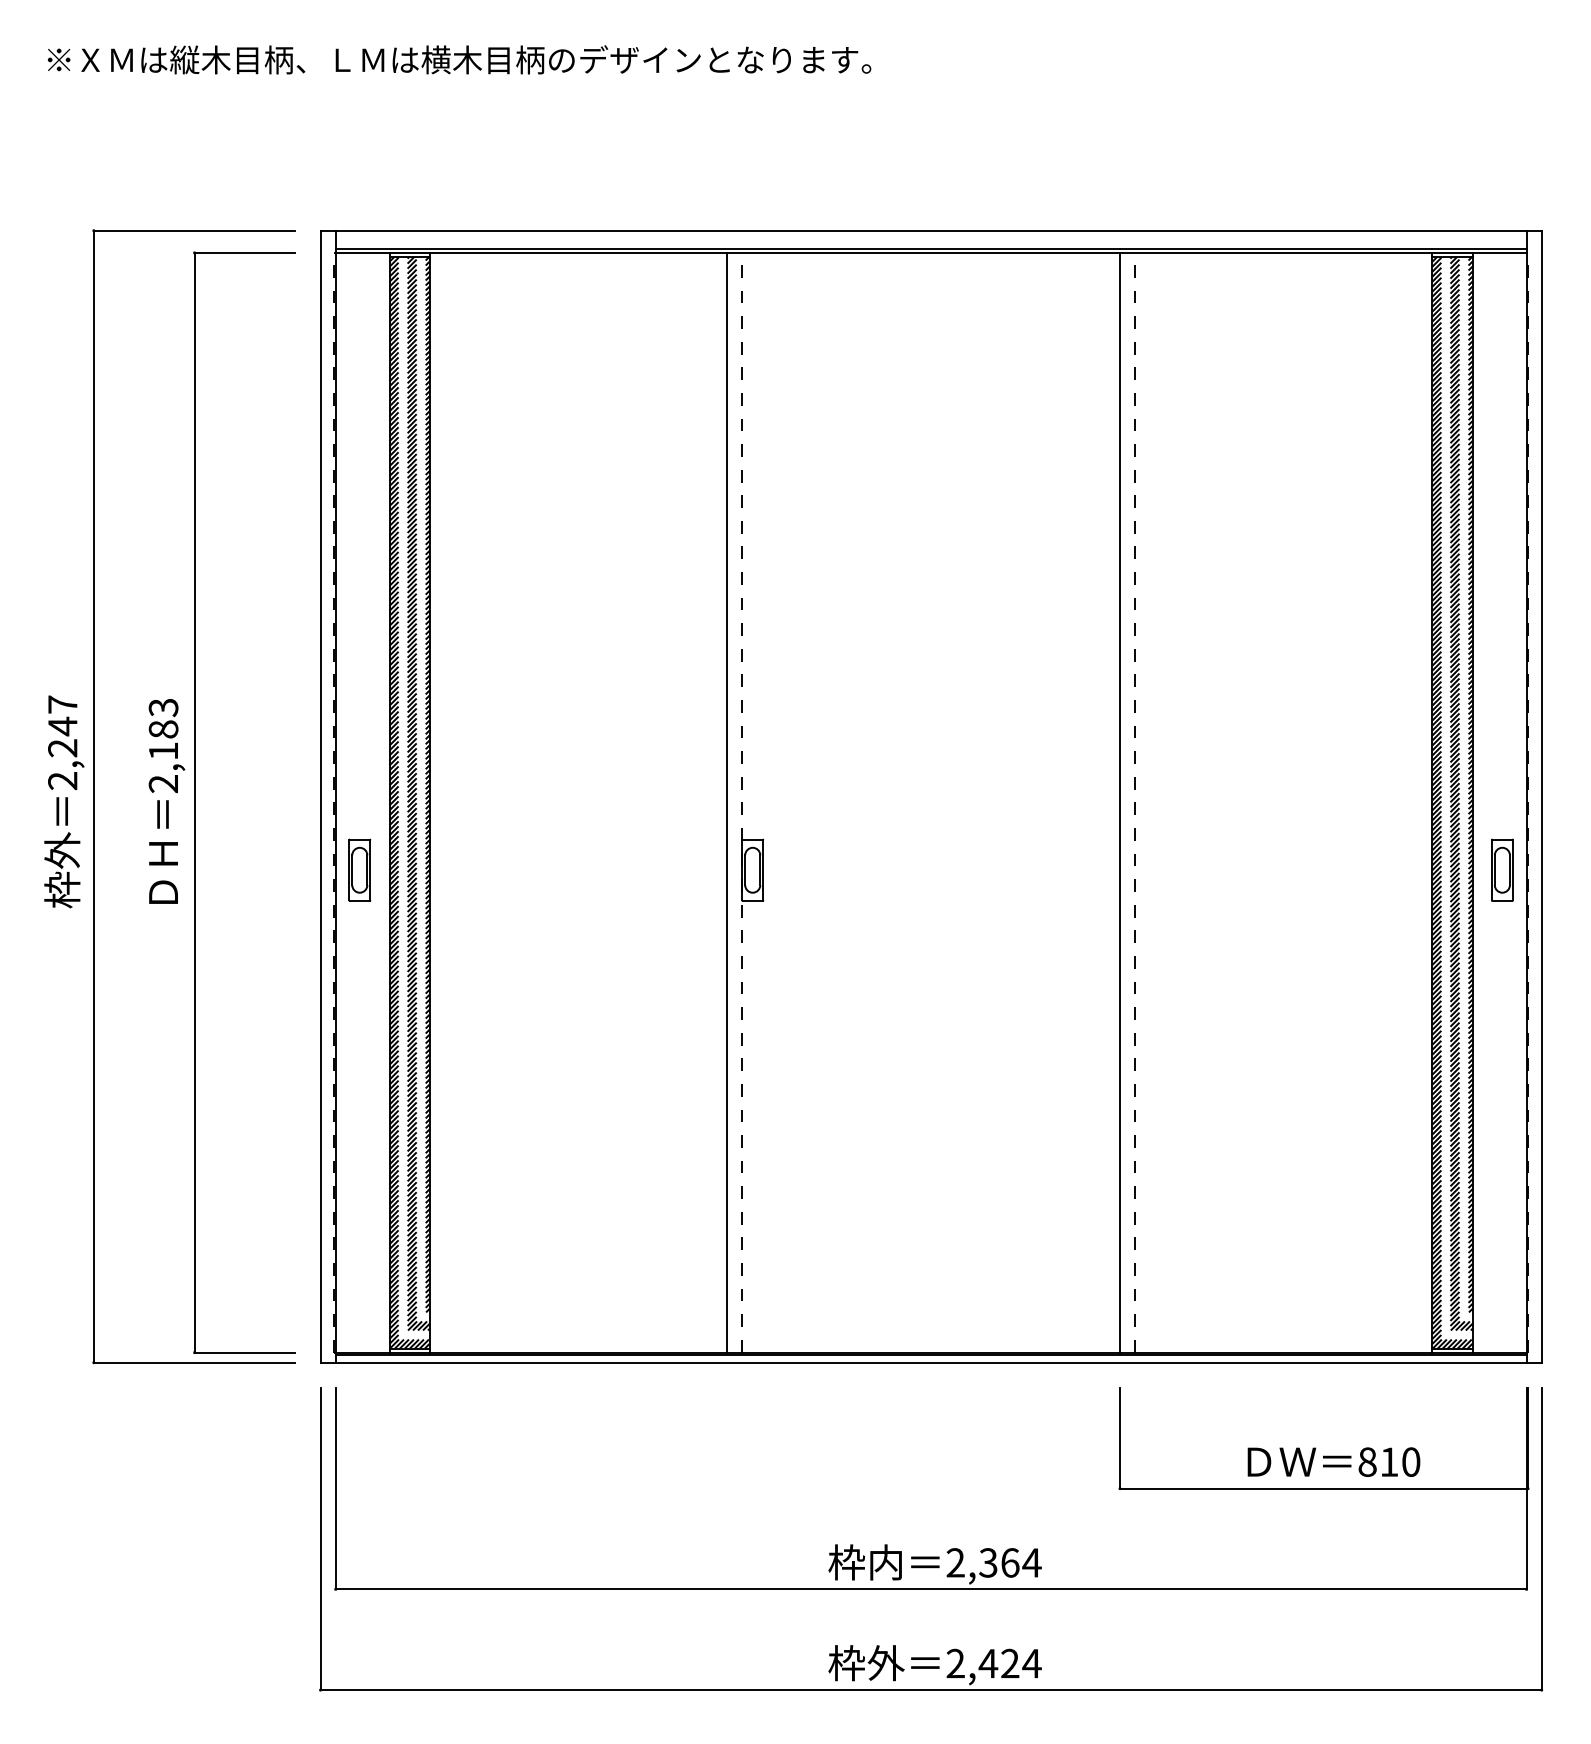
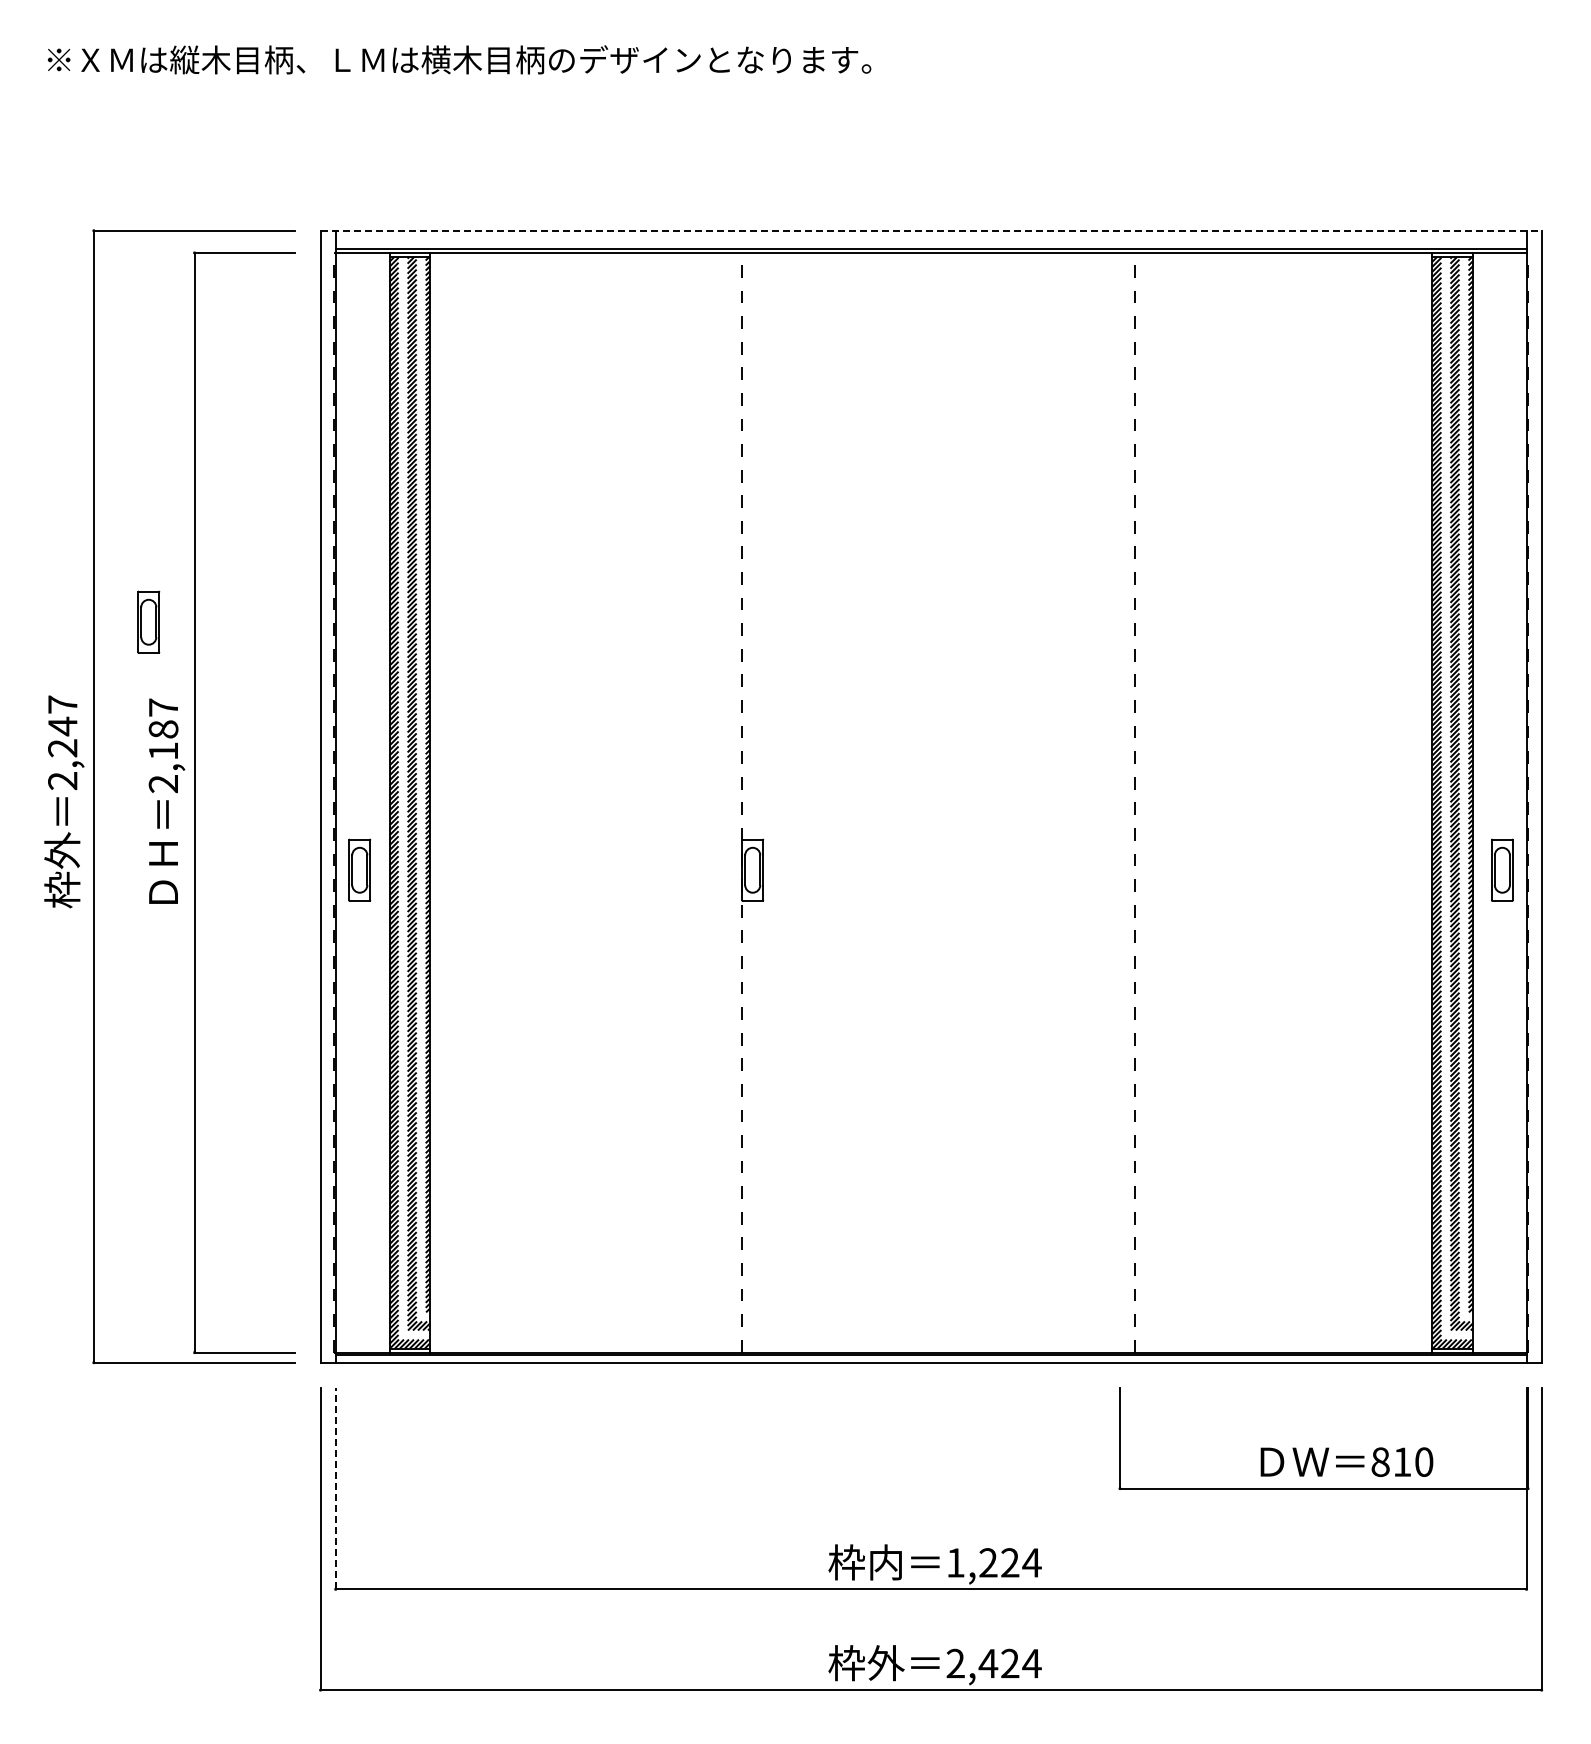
line at (931, 230): solid -> dashed
part at (148, 621): none -> present
text at (163, 707): 2,183 -> 2,187
line at (727, 802): present -> none
line at (1120, 802): present -> none
text at (1333, 1461) position: (1333, 1461) -> (1346, 1461)
line at (335, 1488): solid -> dashed
text at (982, 1562): 2,364 -> 1,224
